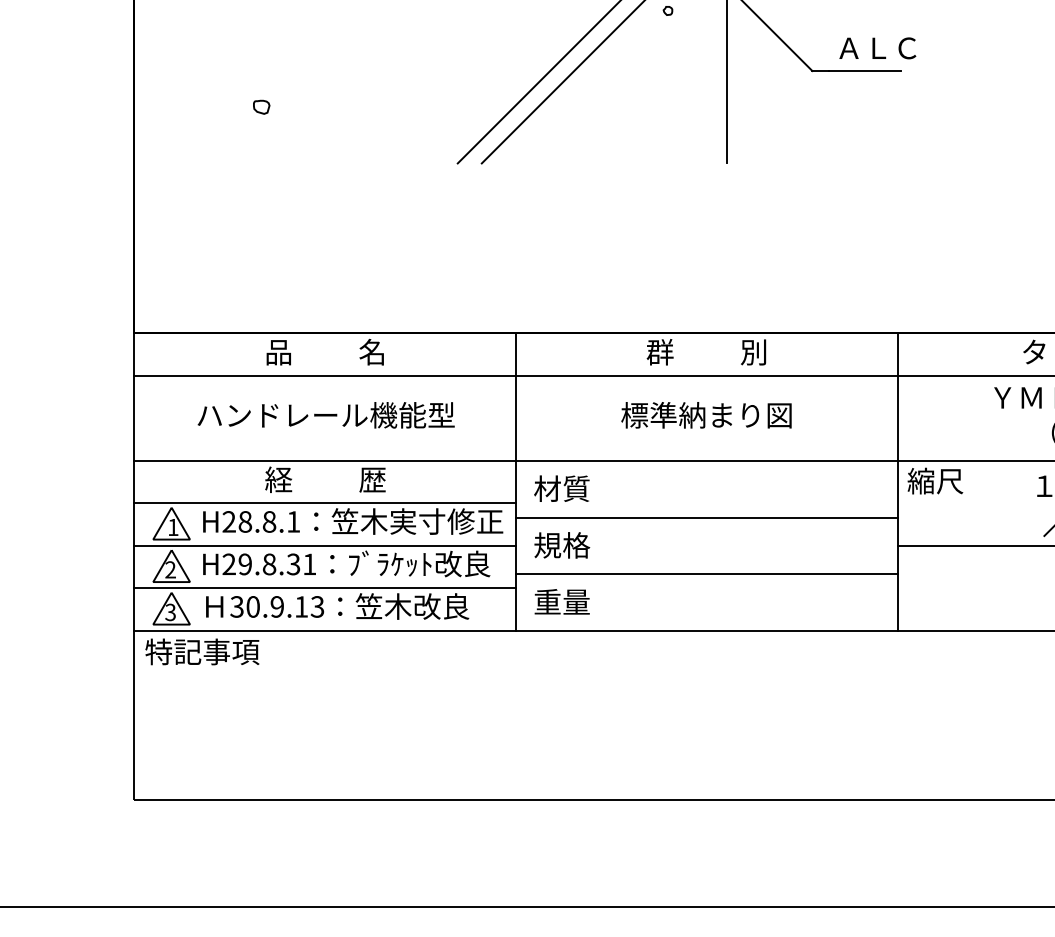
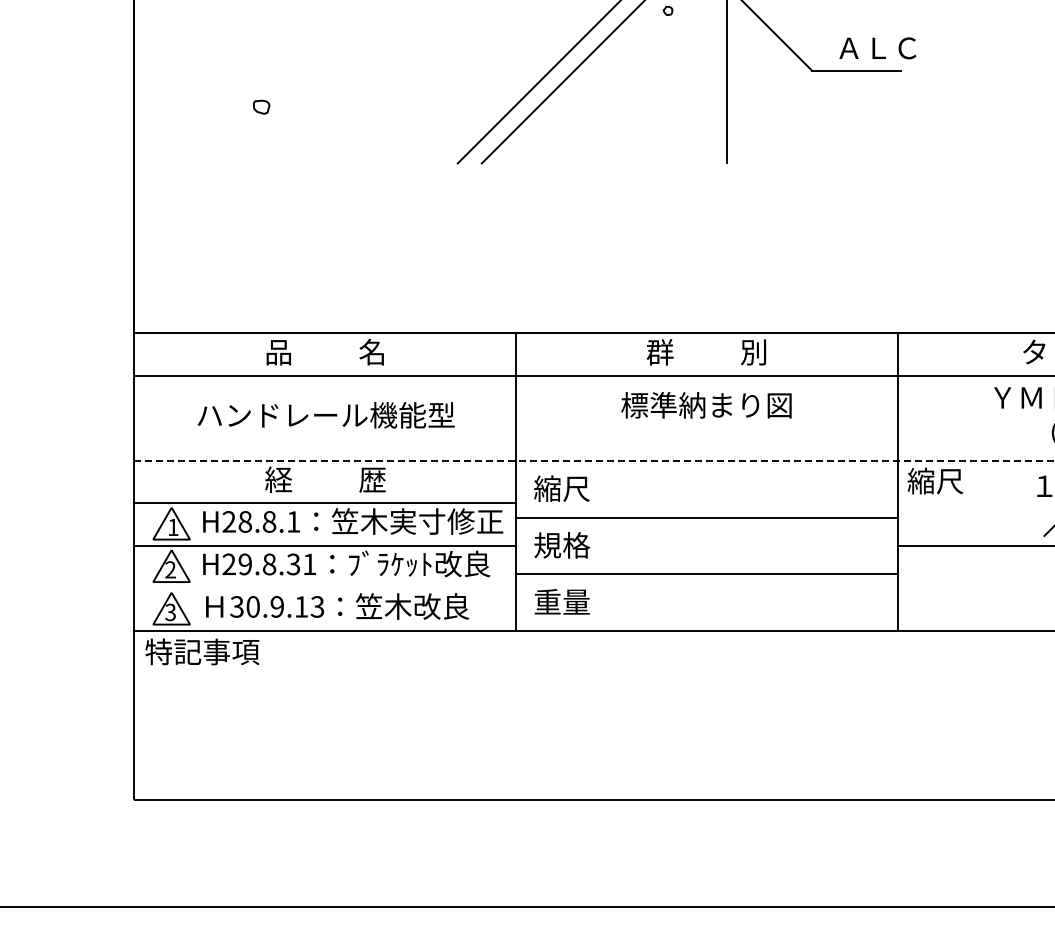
text at (706, 415) position: (706, 415) -> (706, 405)
line at (594, 460): solid -> dashed
text at (561, 488): 材質 -> 縮尺
line at (324, 588): present -> none
